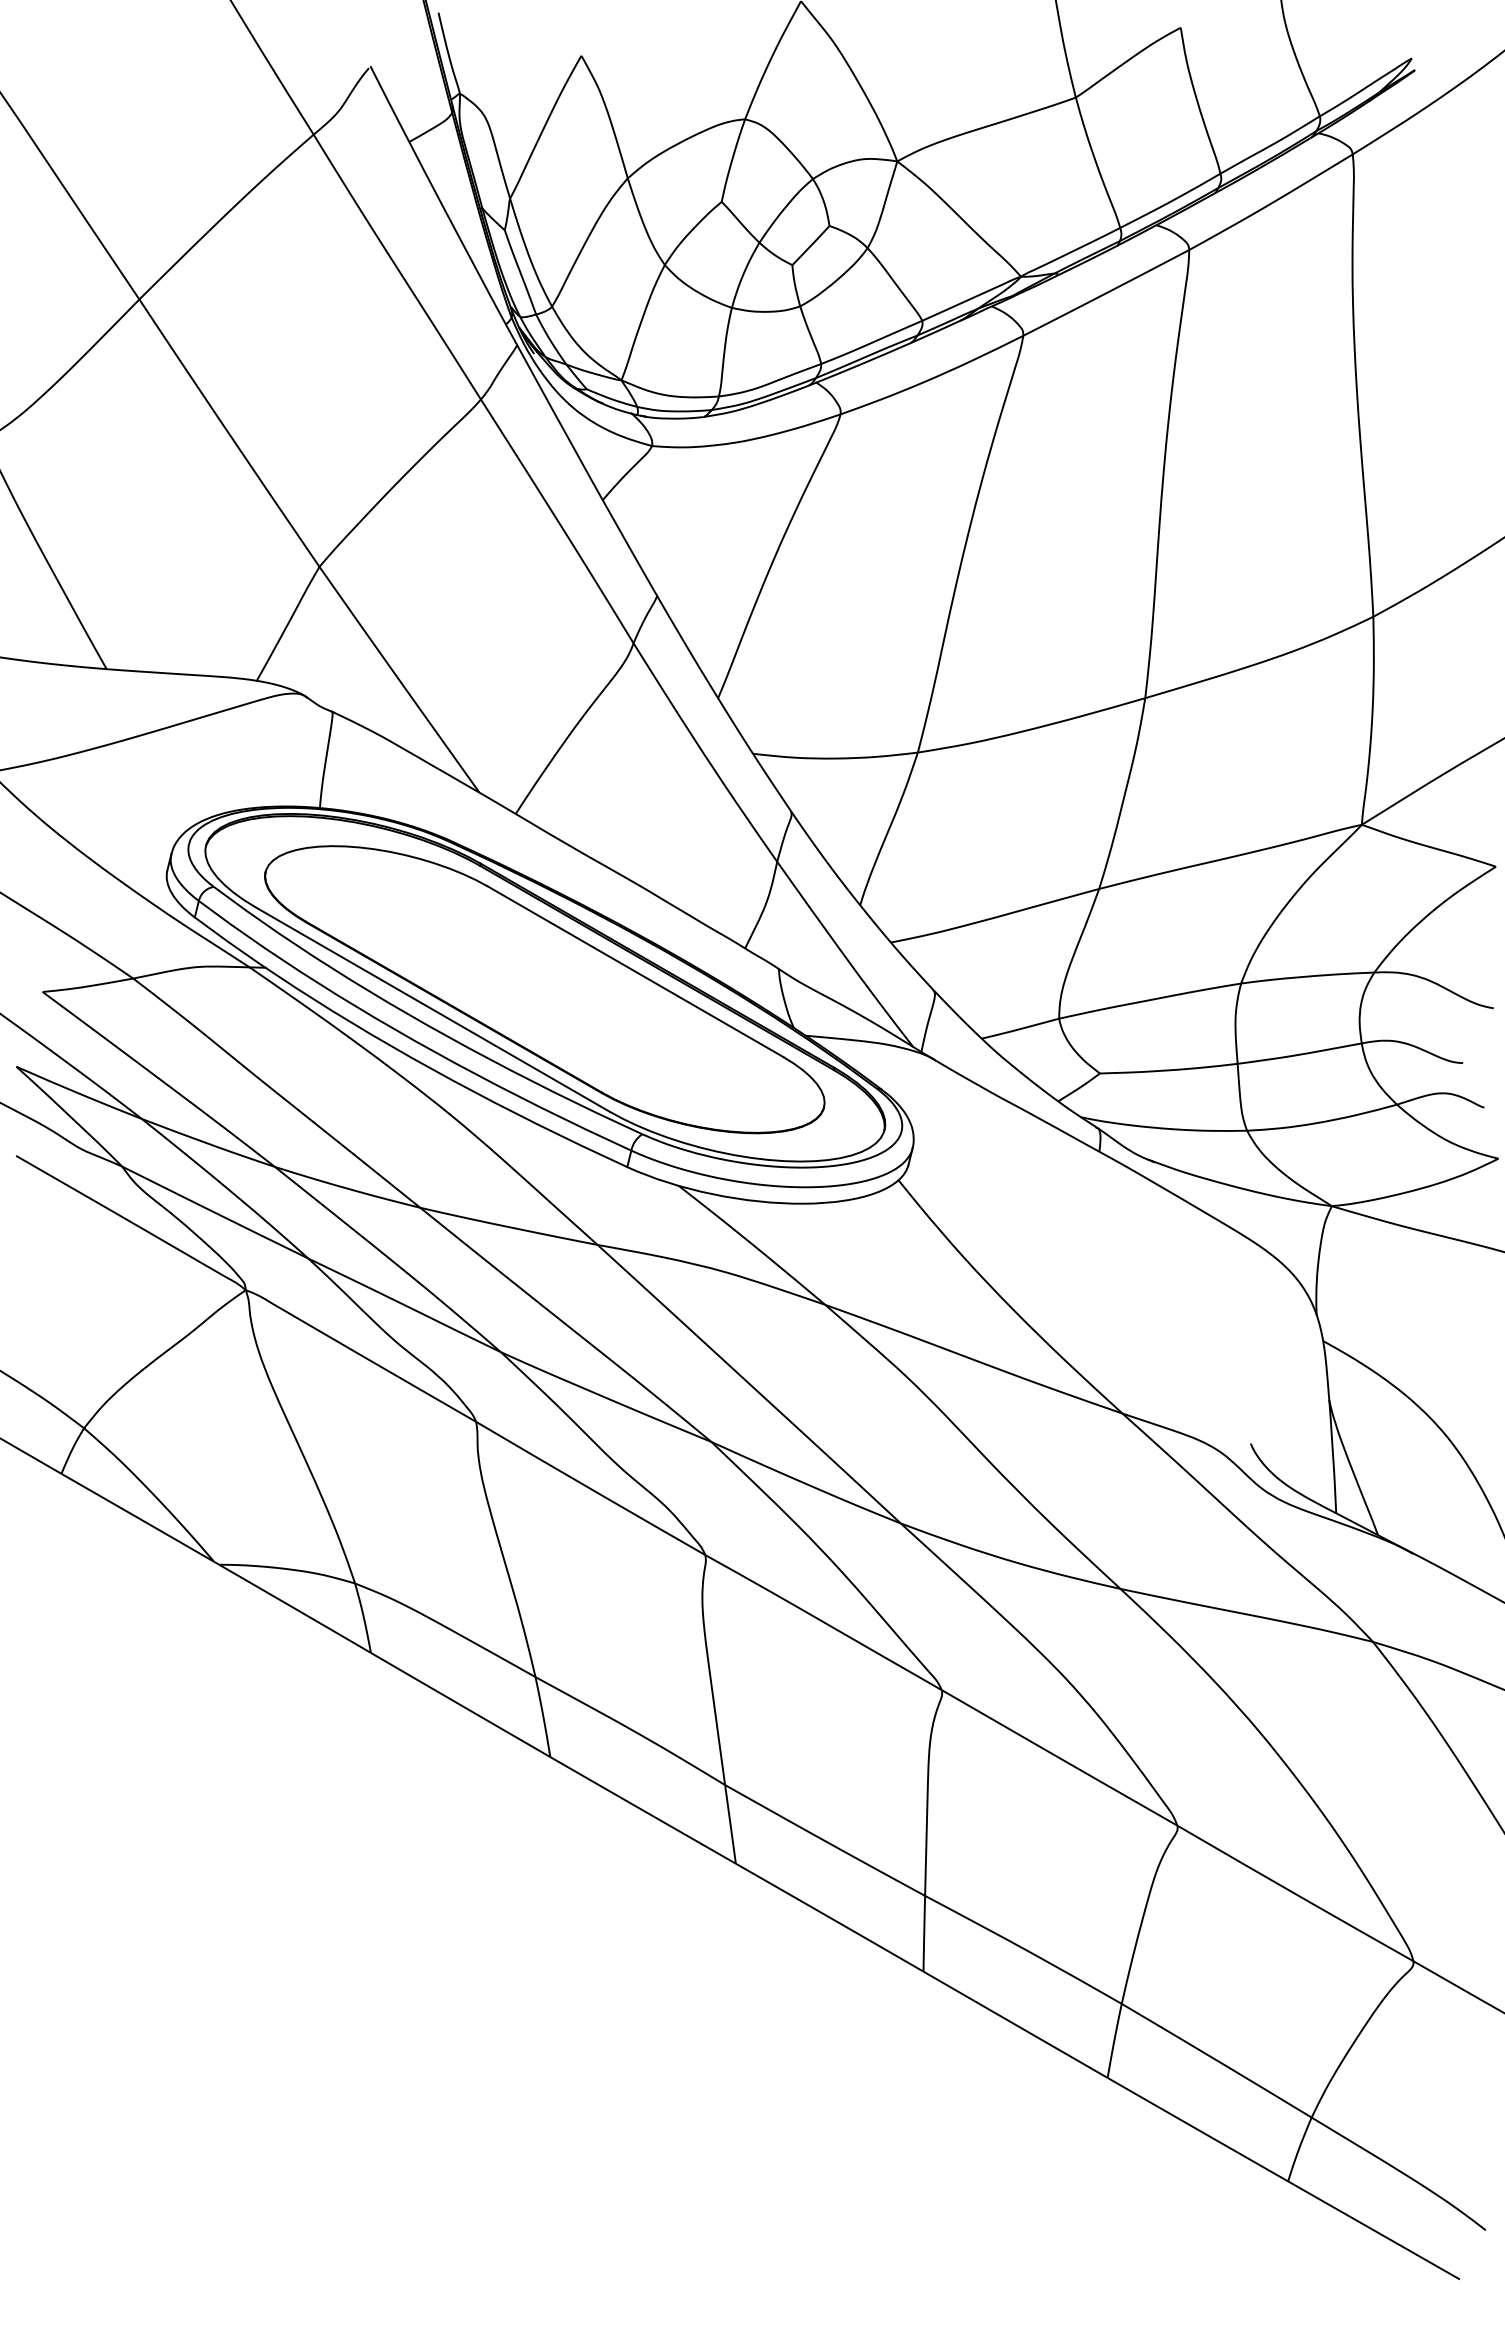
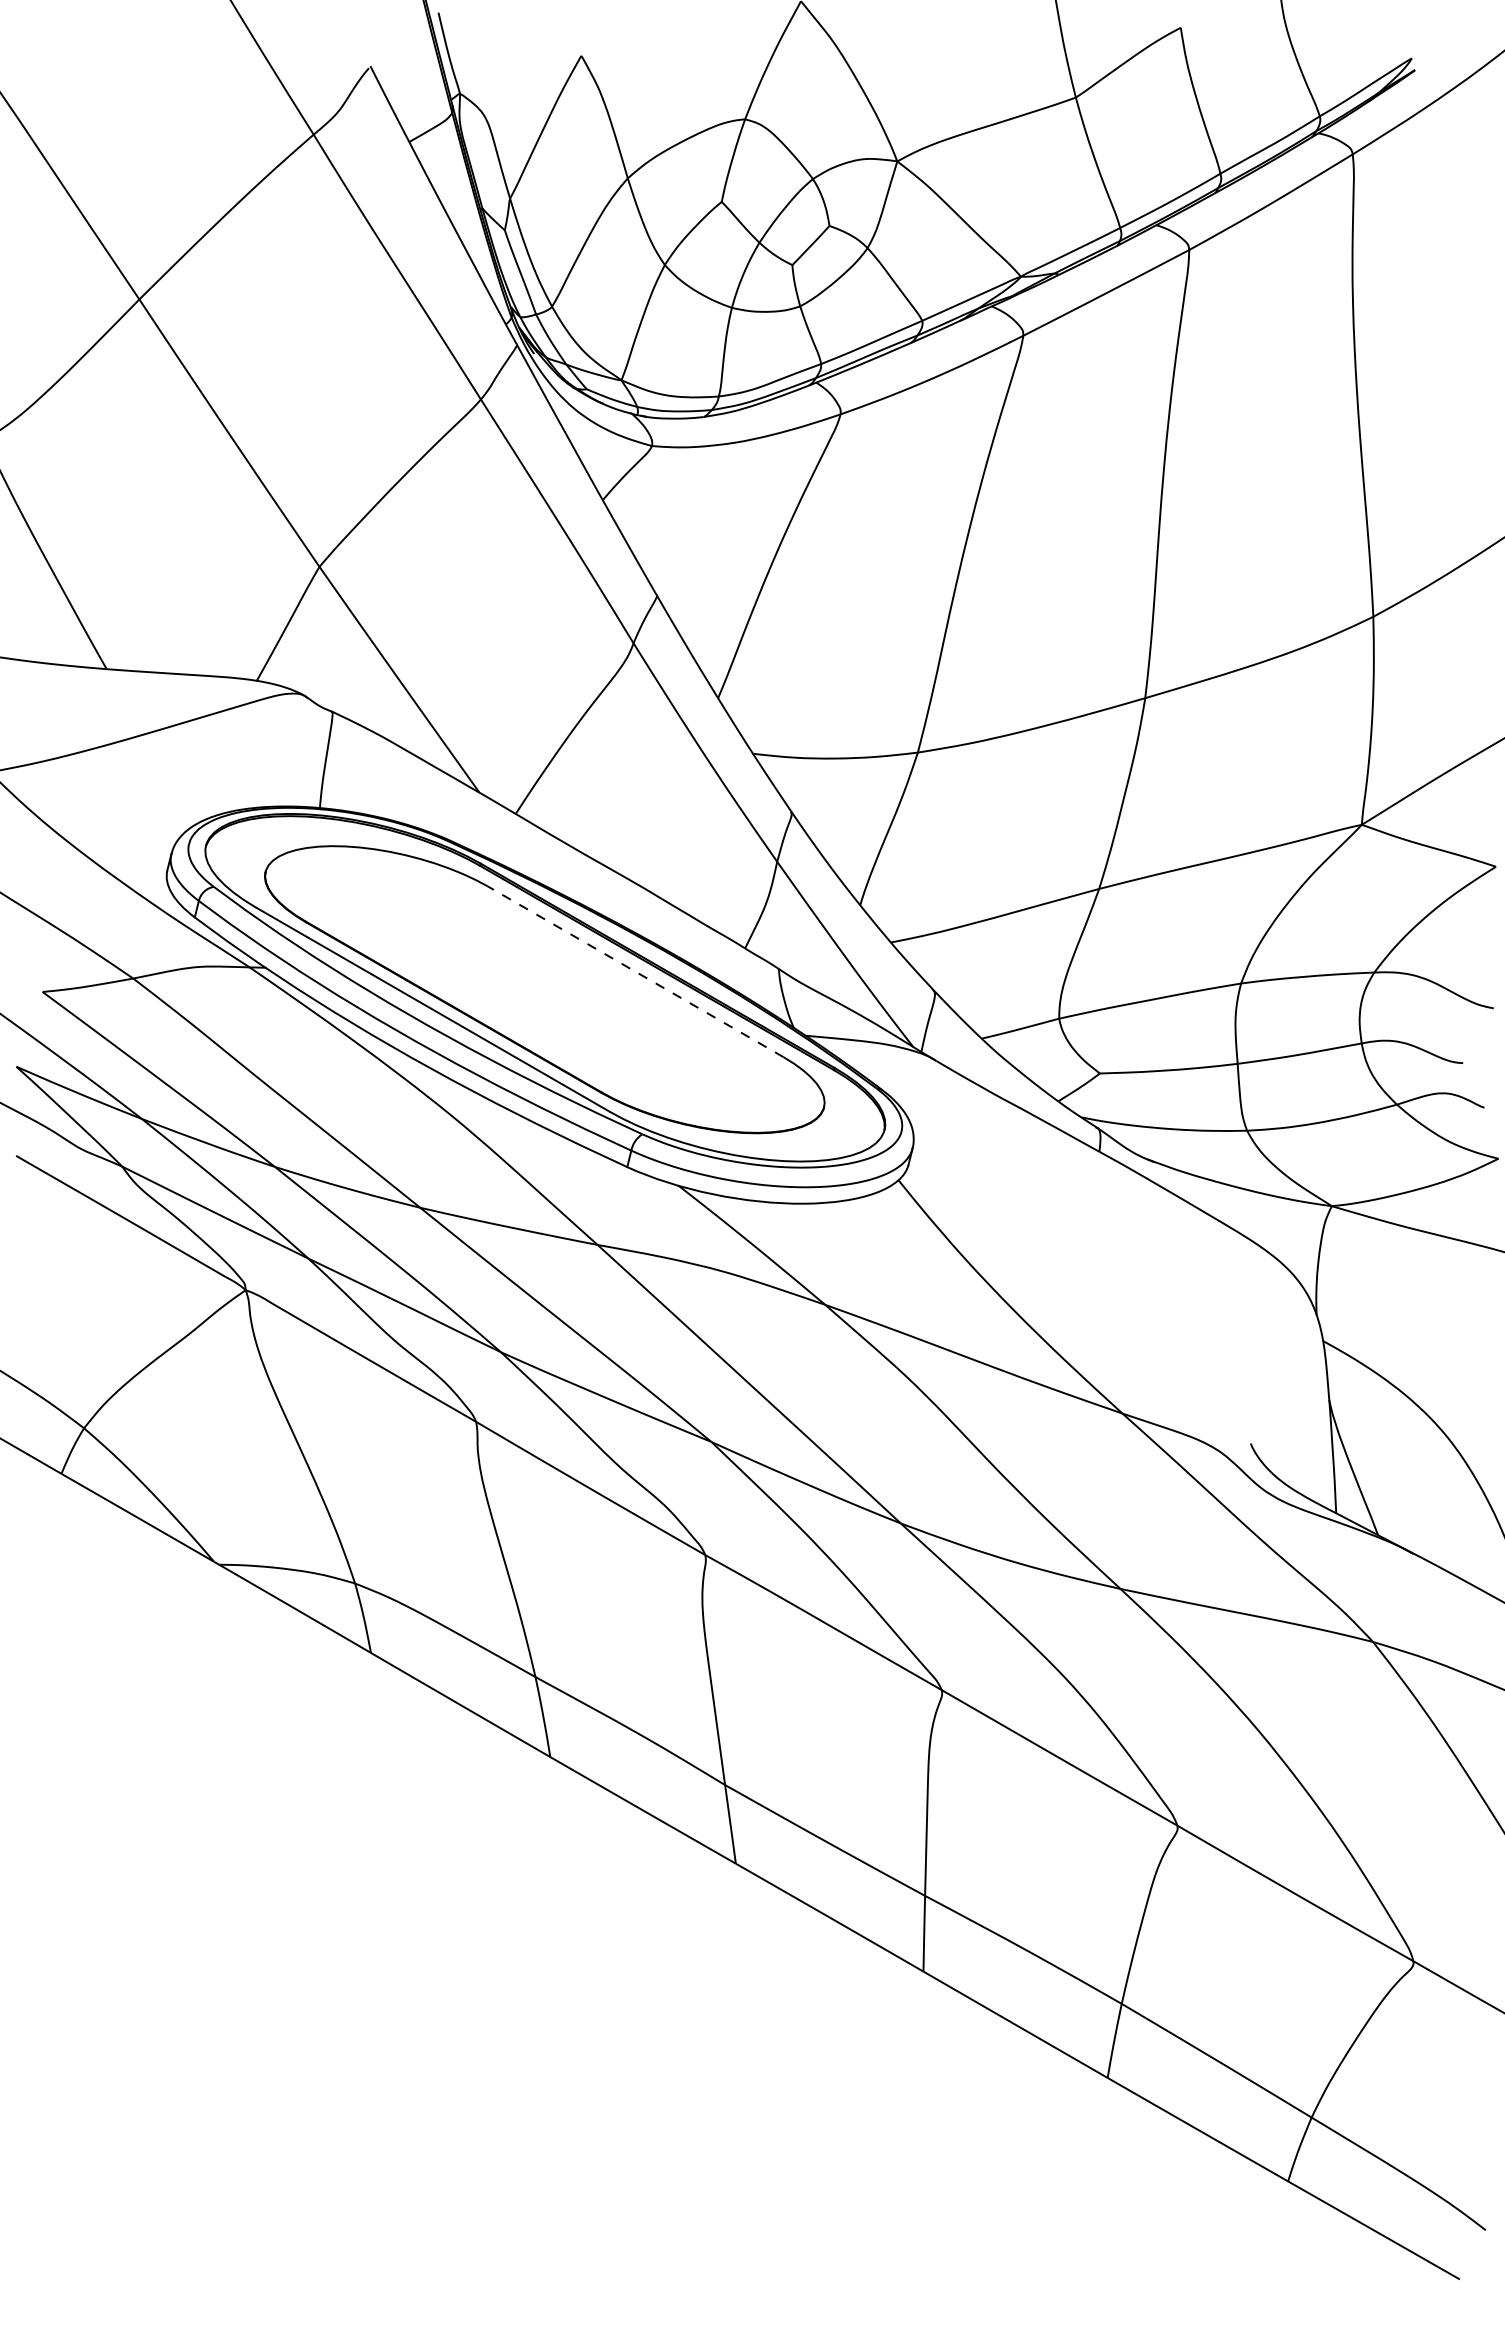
line at (635, 971): solid -> dashed
